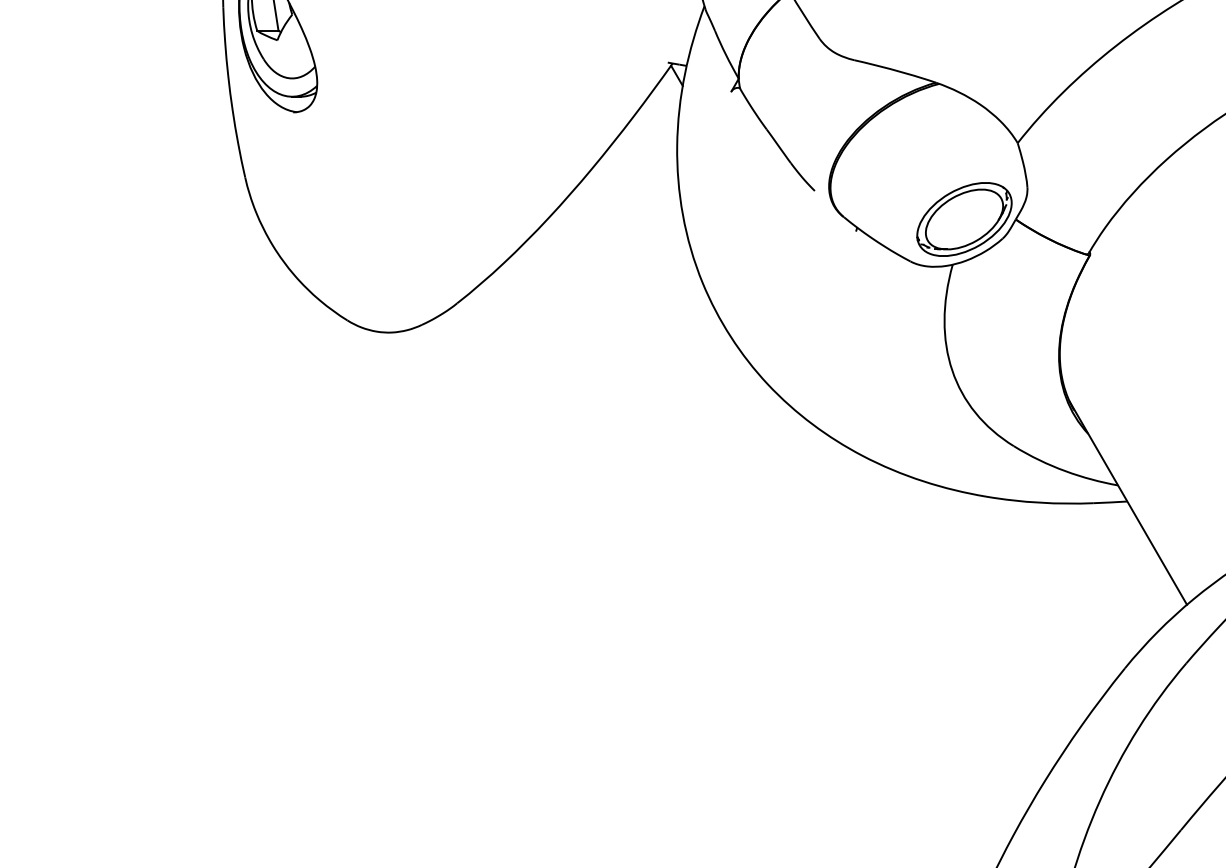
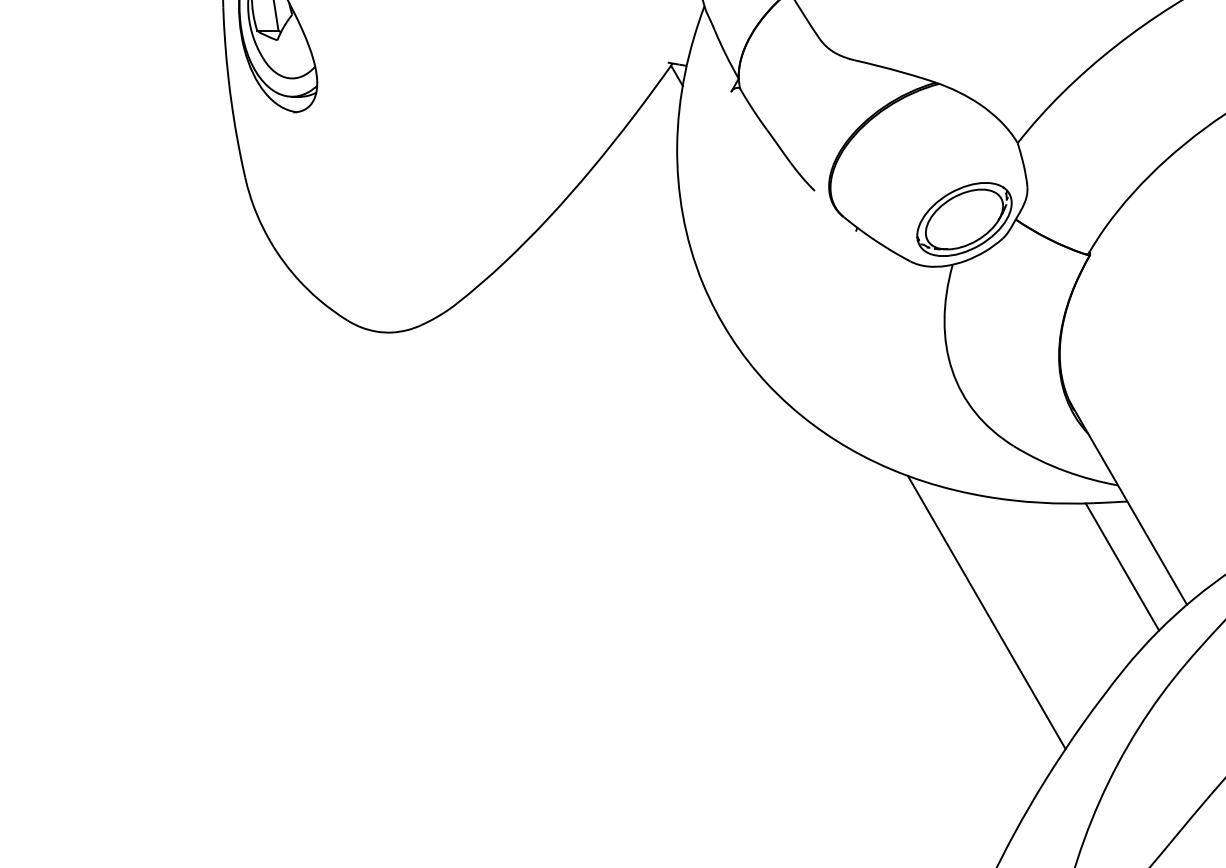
line at (1122, 566): none -> present
line at (986, 611): none -> present
